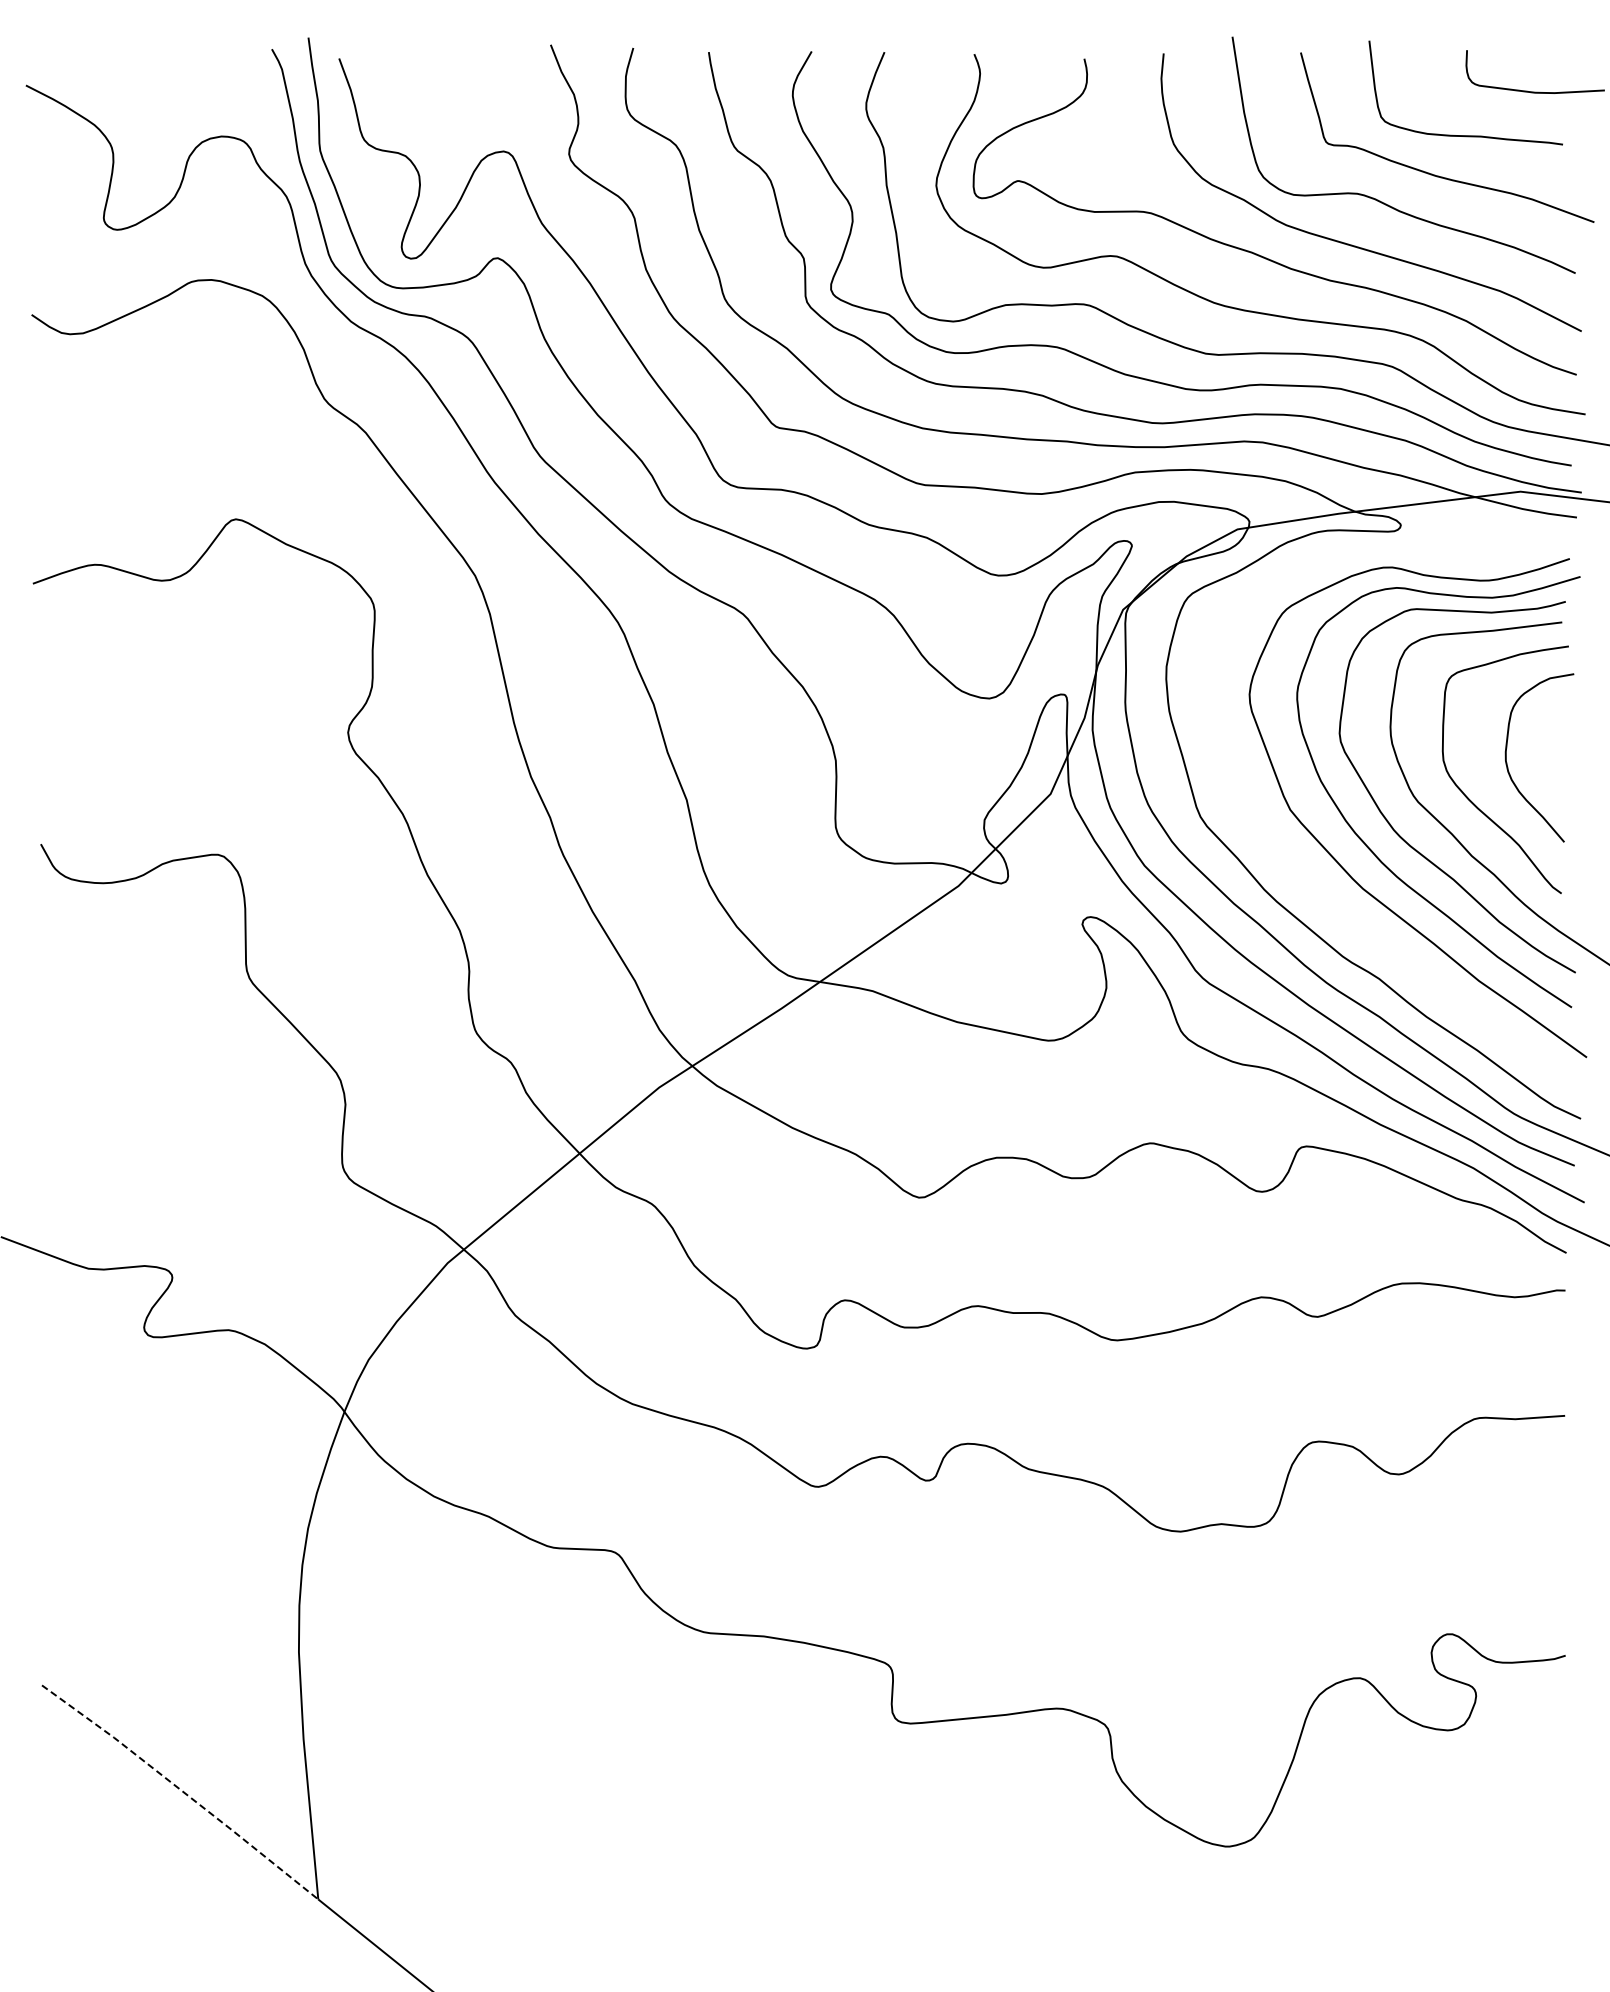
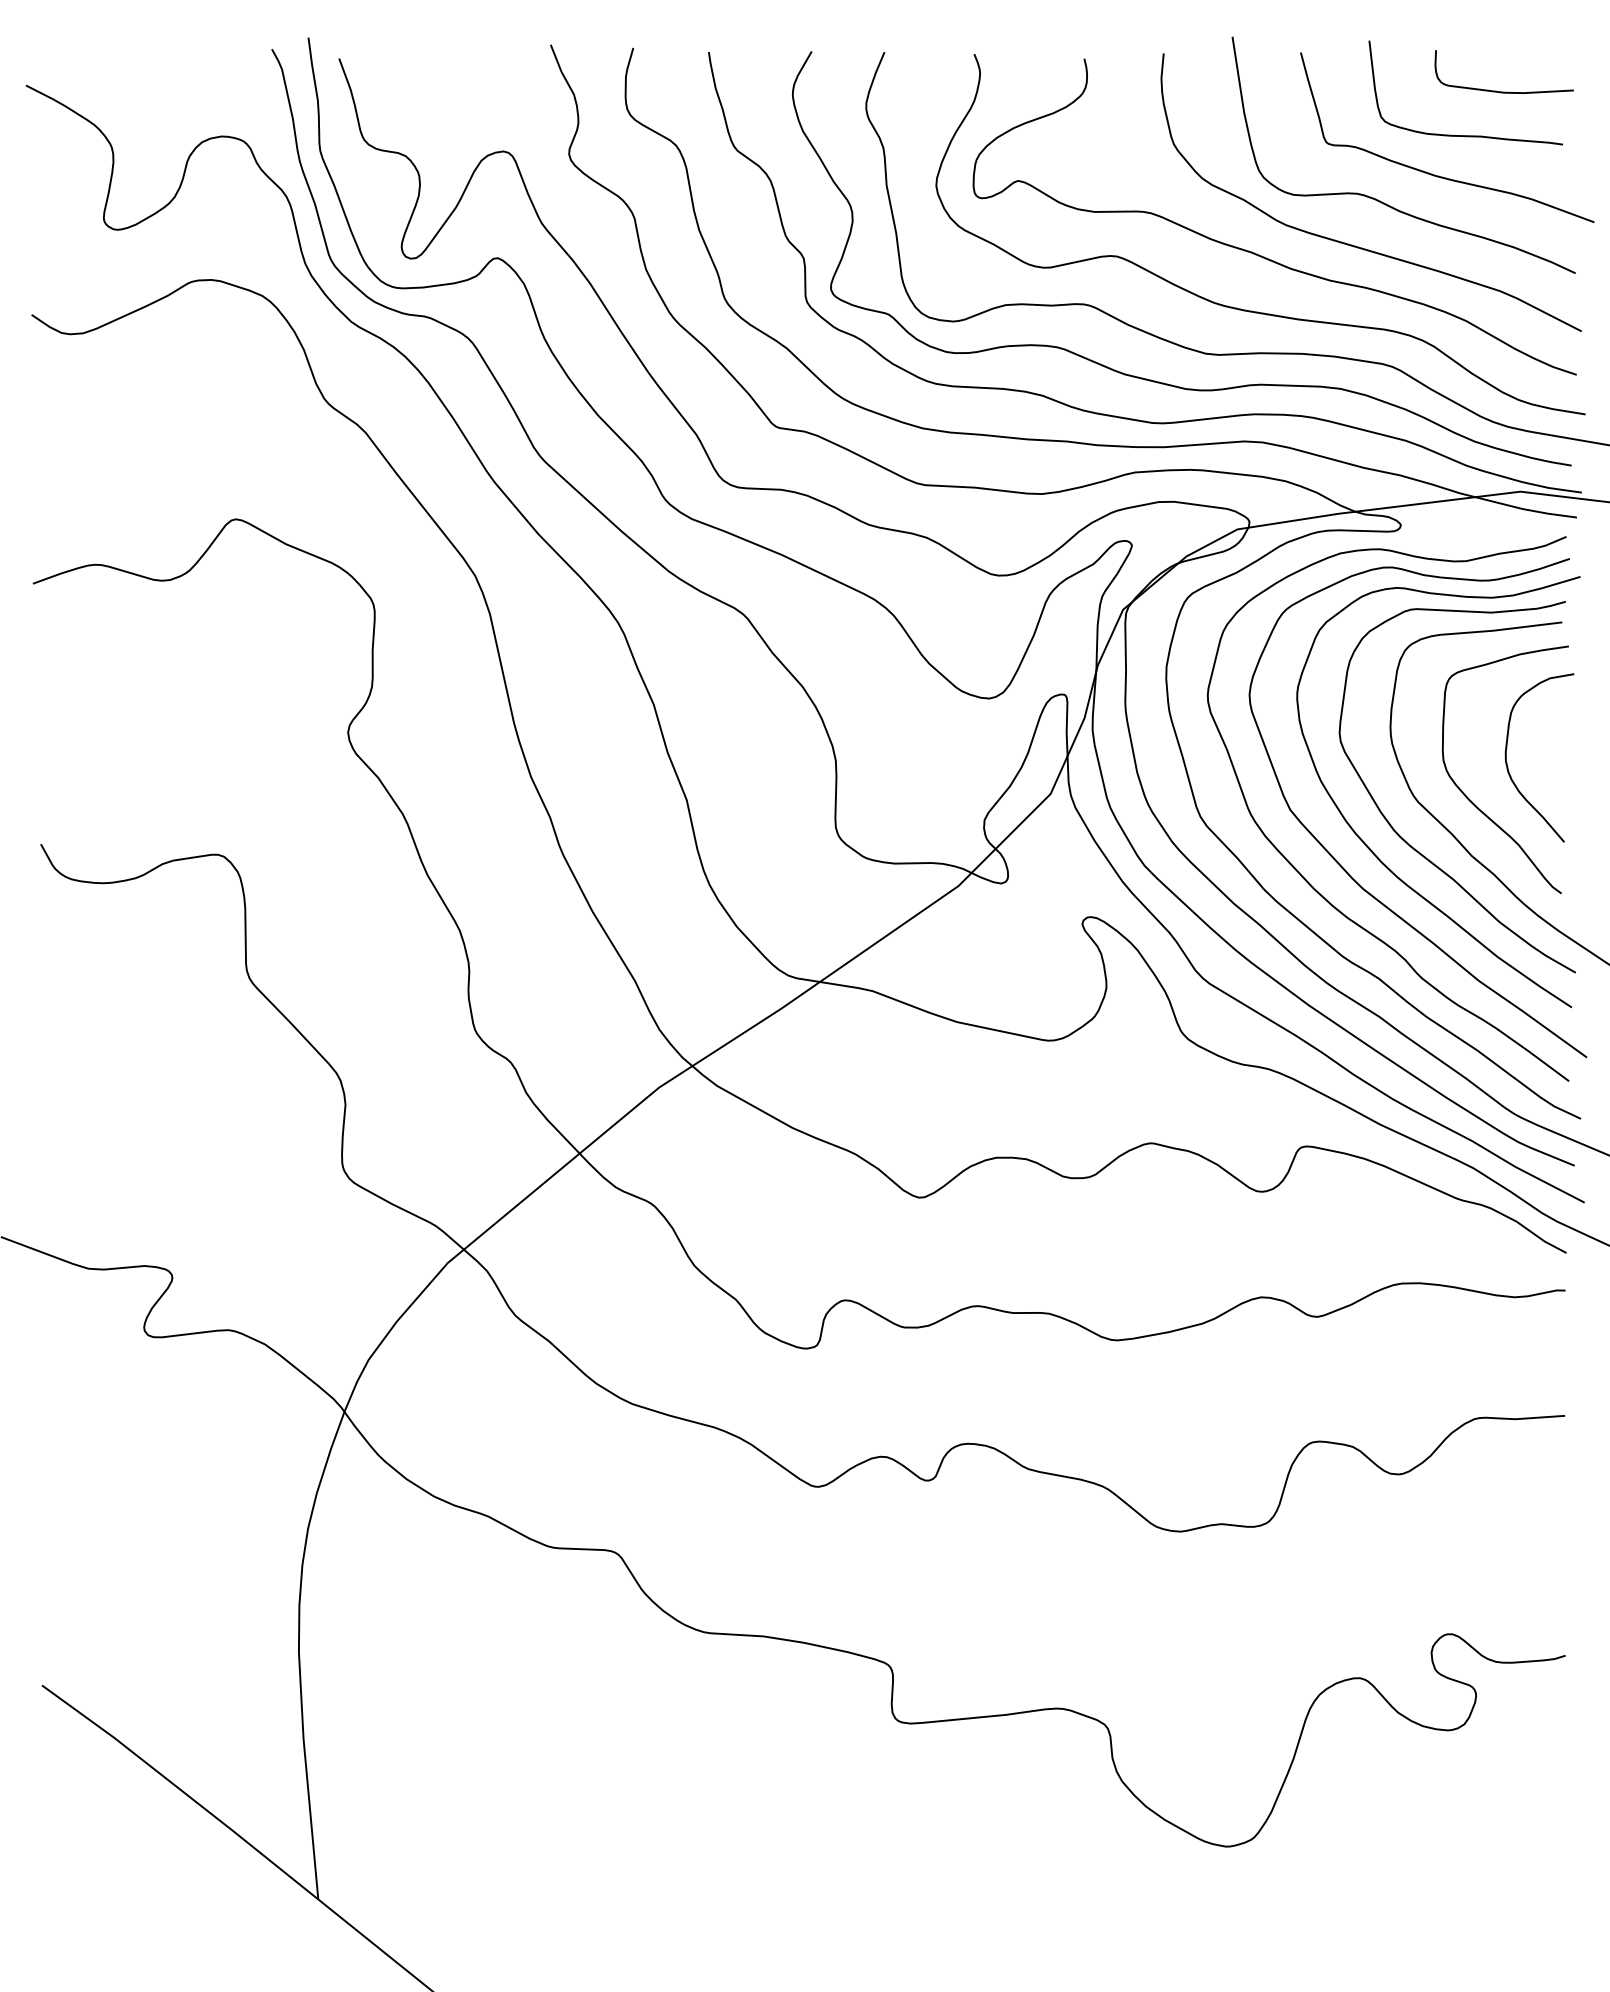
curve at (1534, 91) position: (1534, 91) -> (1503, 91)
curve at (1311, 884): none -> present
line at (182, 1791): dashed -> solid
